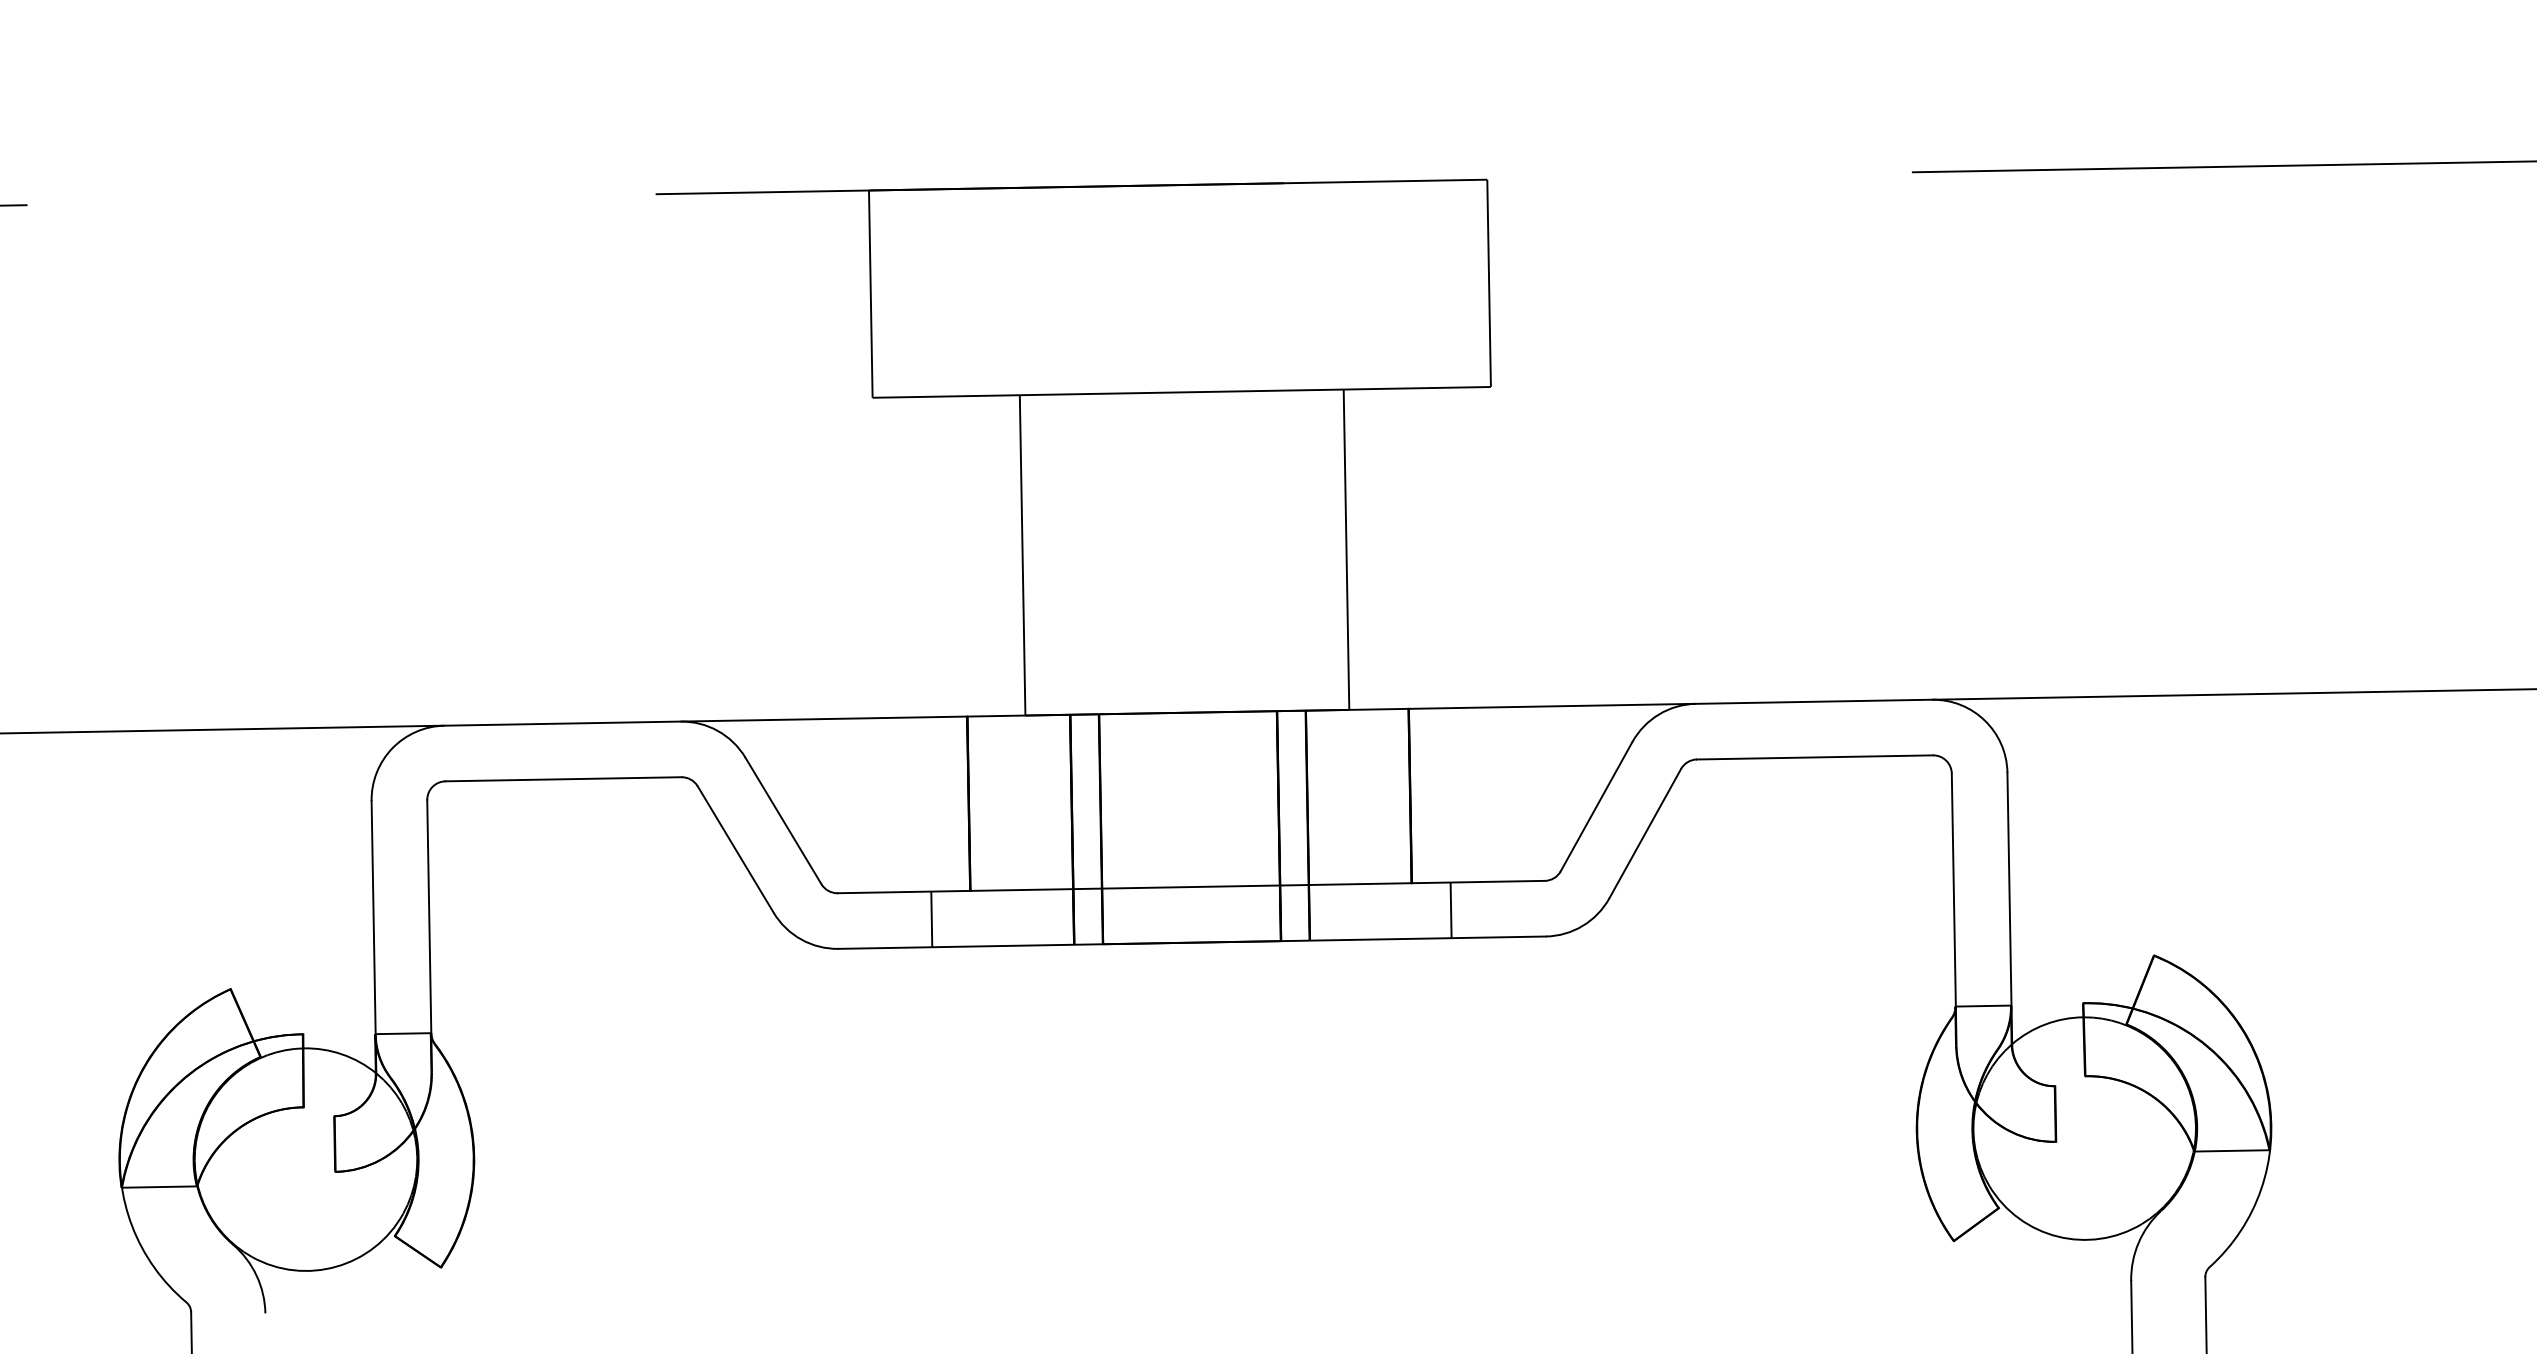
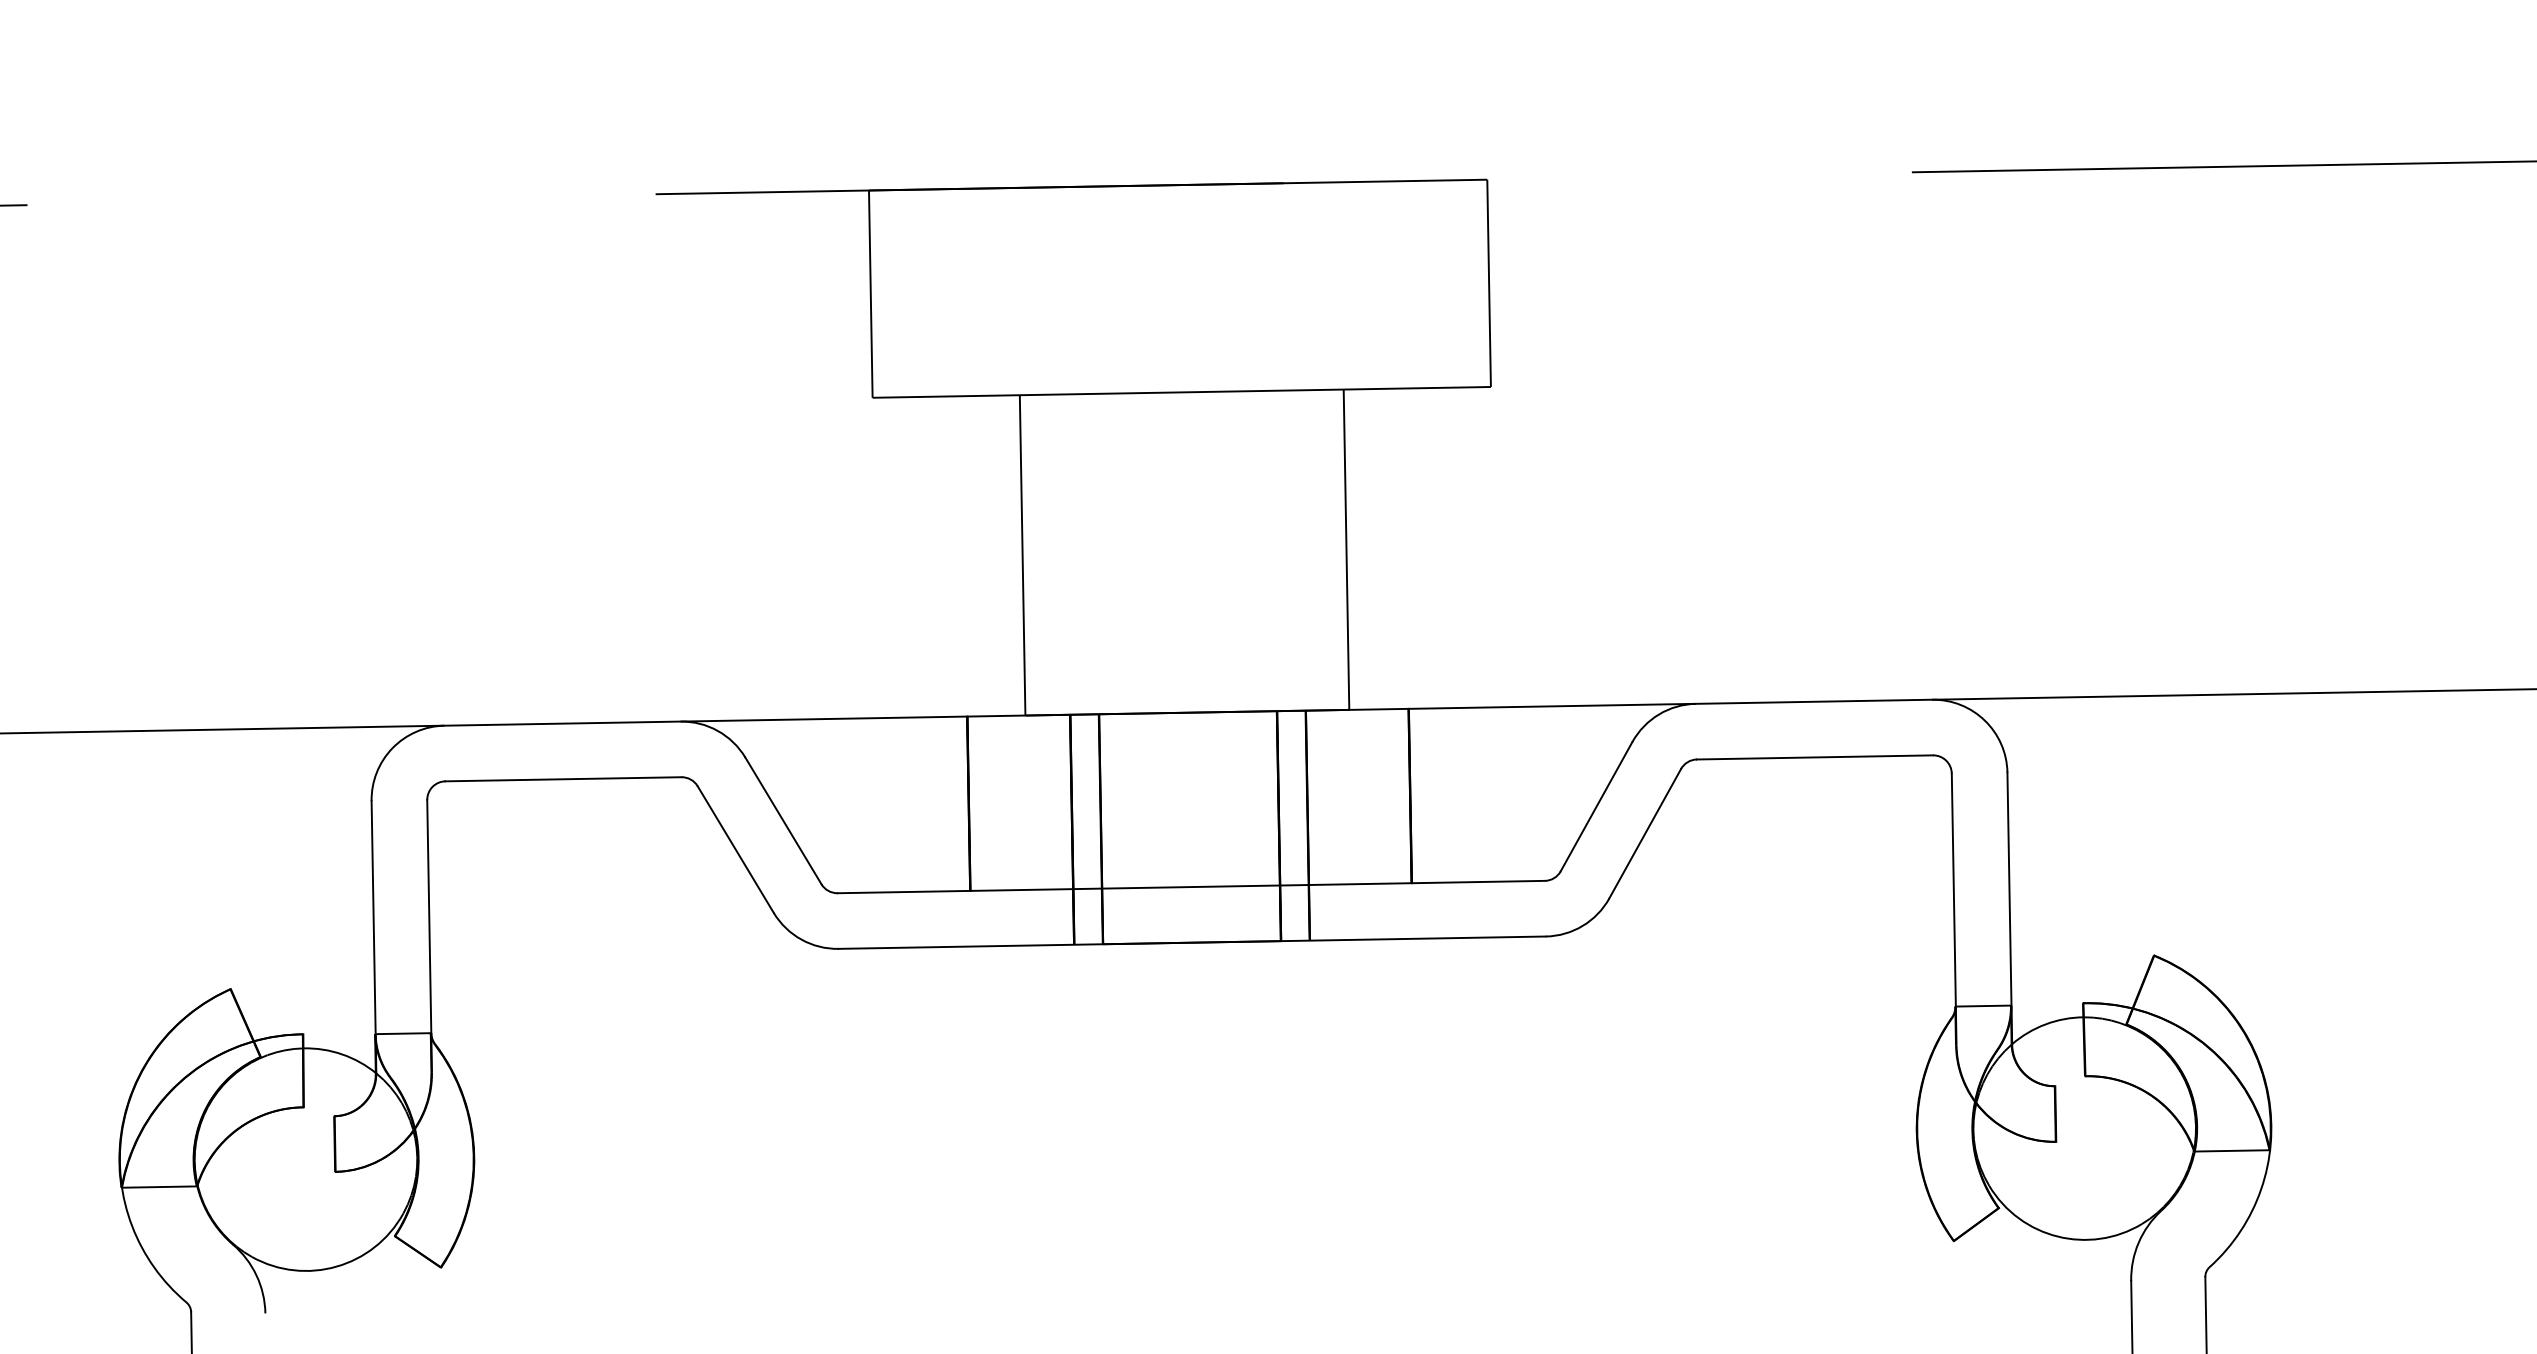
line at (1450, 910): present -> none
line at (931, 919): present -> none
